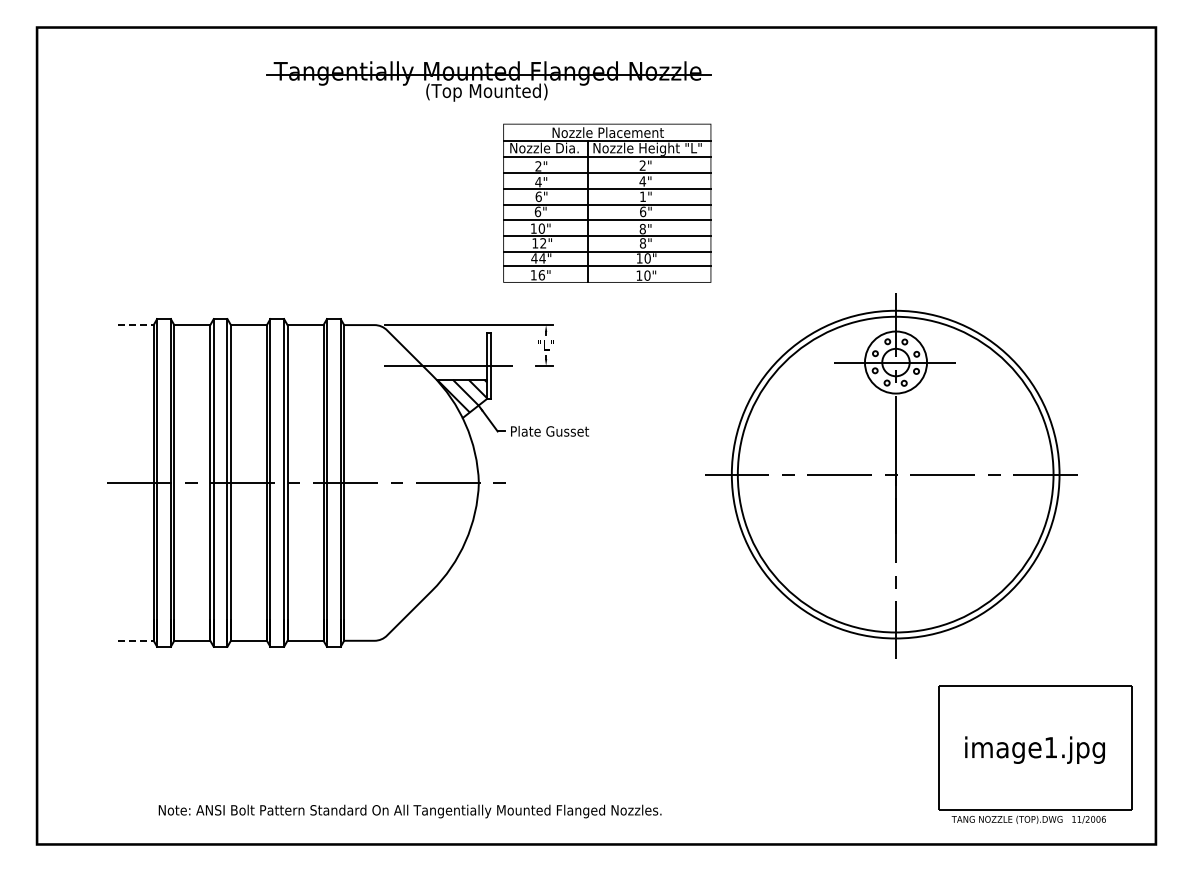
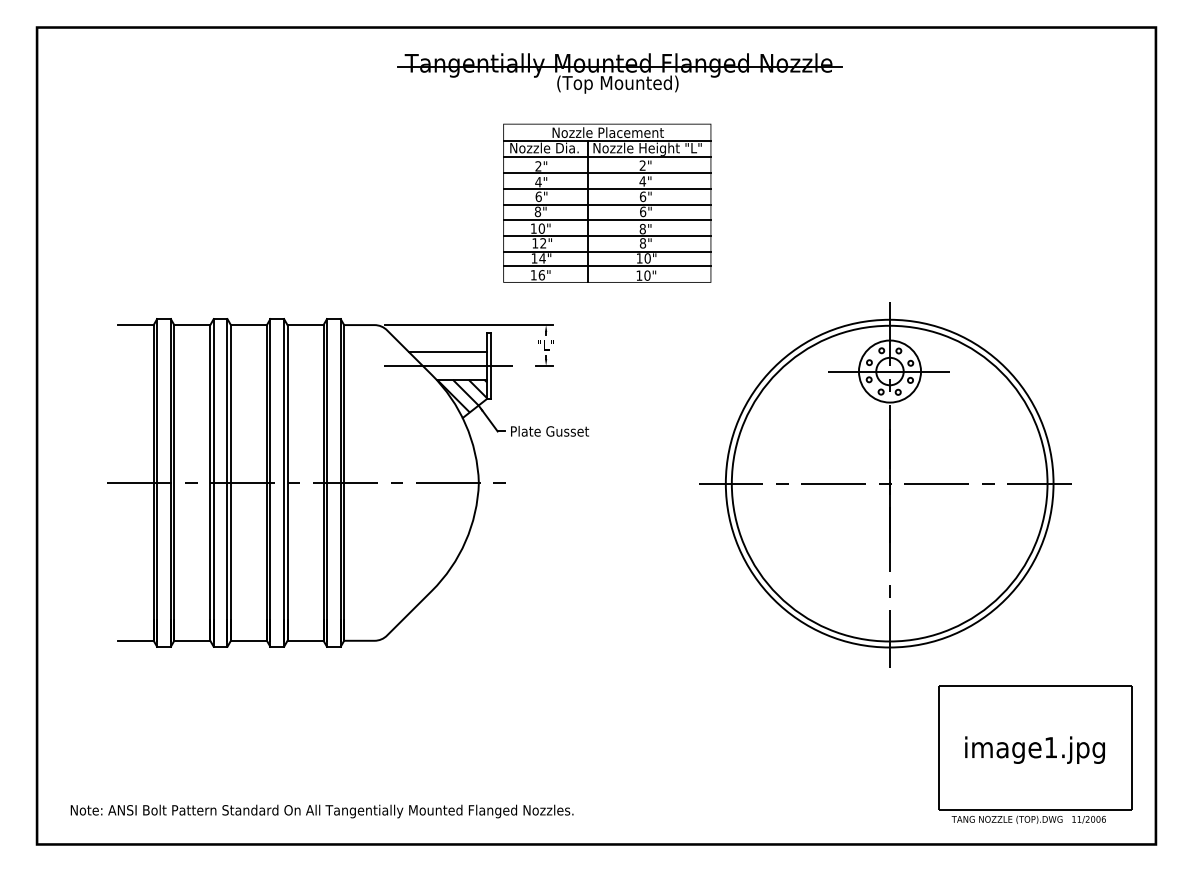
part at (488, 81) position: (488, 81) -> (619, 73)
text at (642, 196): 1" -> 6"
text at (537, 211): 6" -> 8"
text at (534, 258): 44" -> 14"
line at (136, 325): dashed -> solid
line at (447, 351): none -> present
part at (891, 475) position: (891, 475) -> (885, 484)
line at (136, 640): dashed -> solid
text at (409, 811) position: (409, 811) -> (321, 811)
